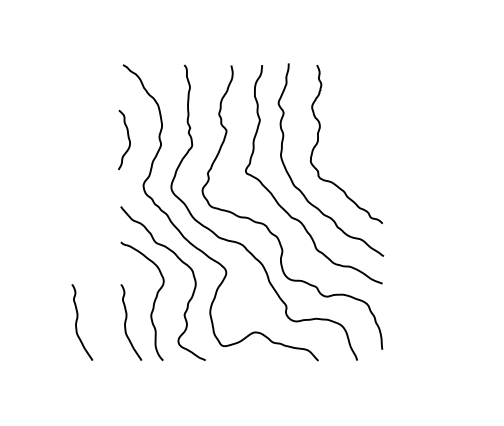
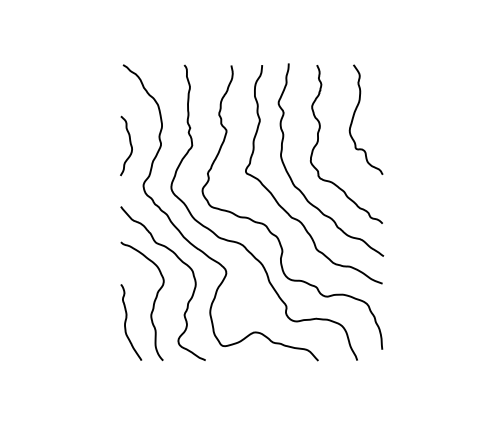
curve at (354, 116): none -> present
curve at (127, 137) position: (127, 137) -> (129, 143)
curve at (77, 322): present -> none
